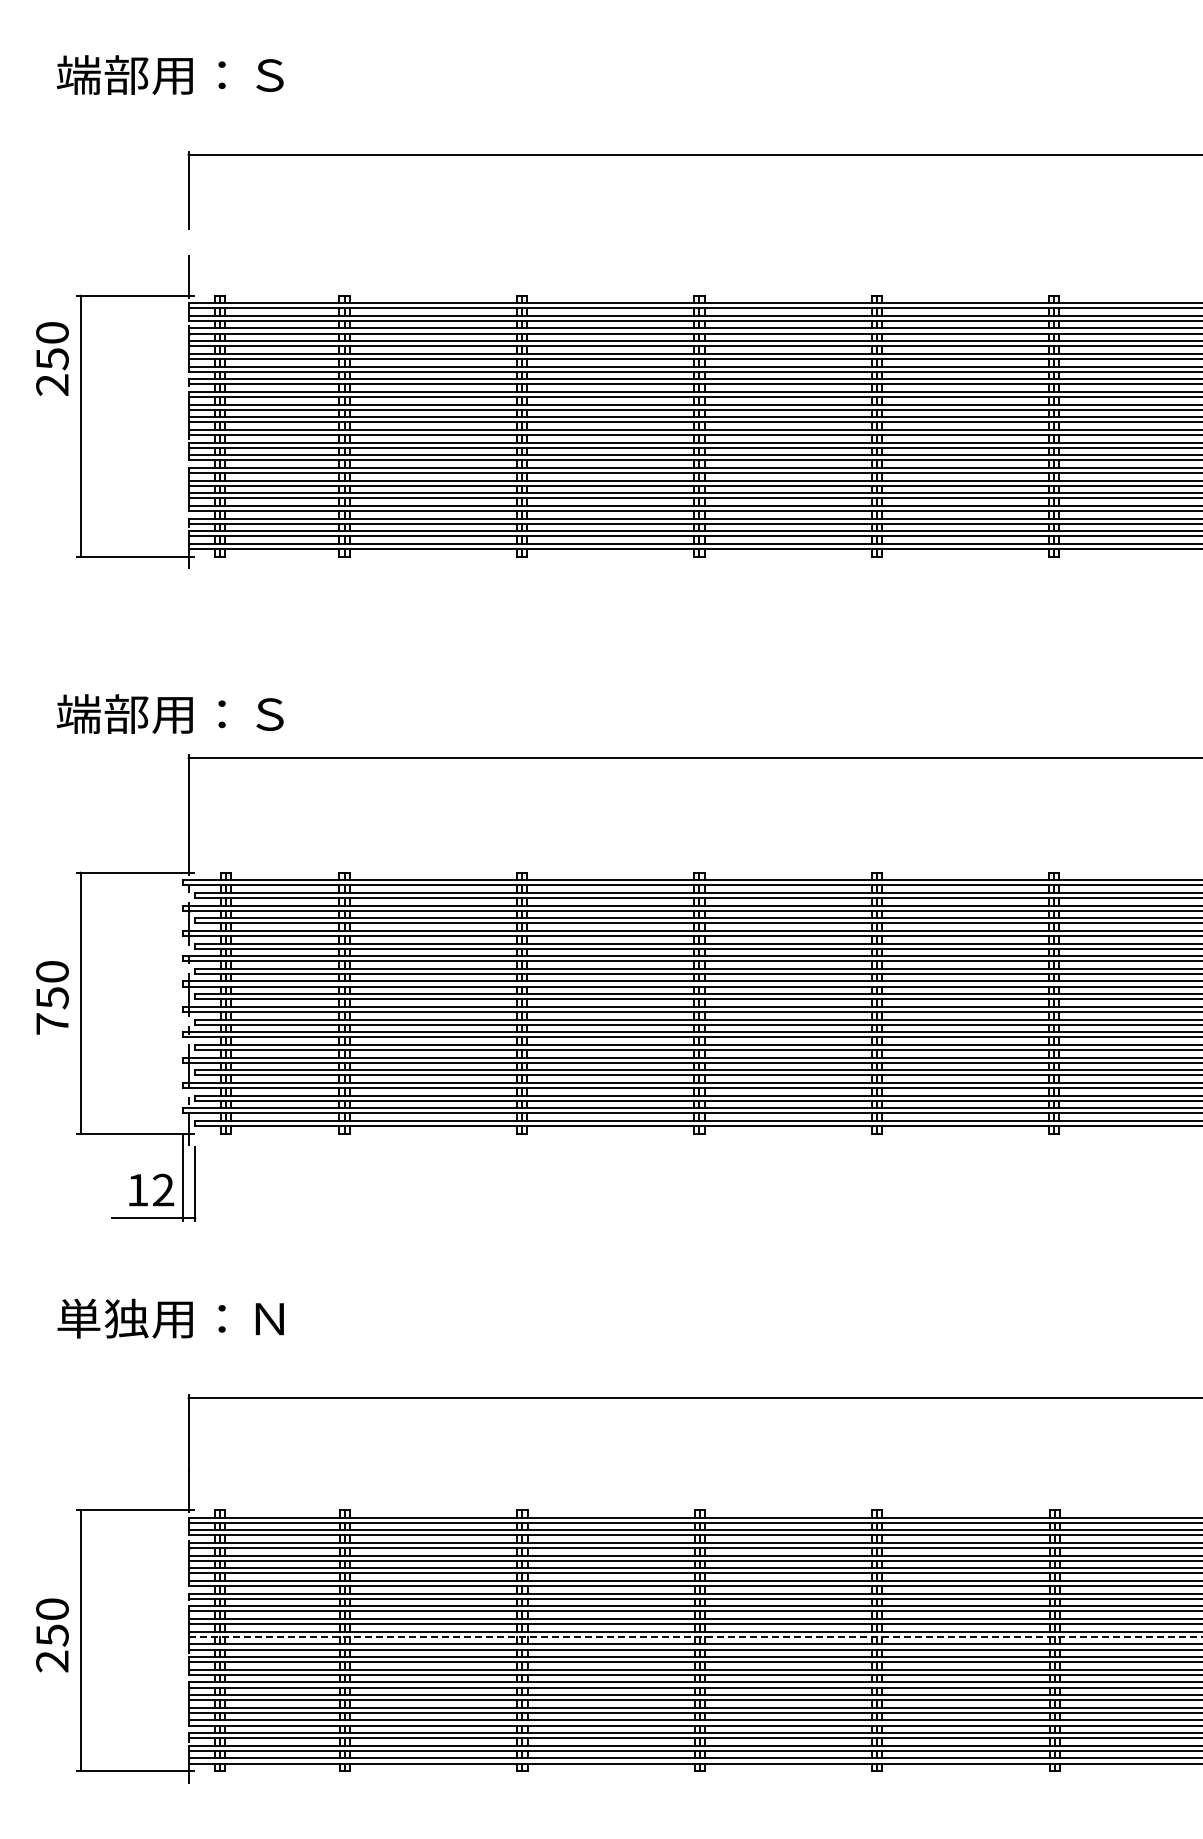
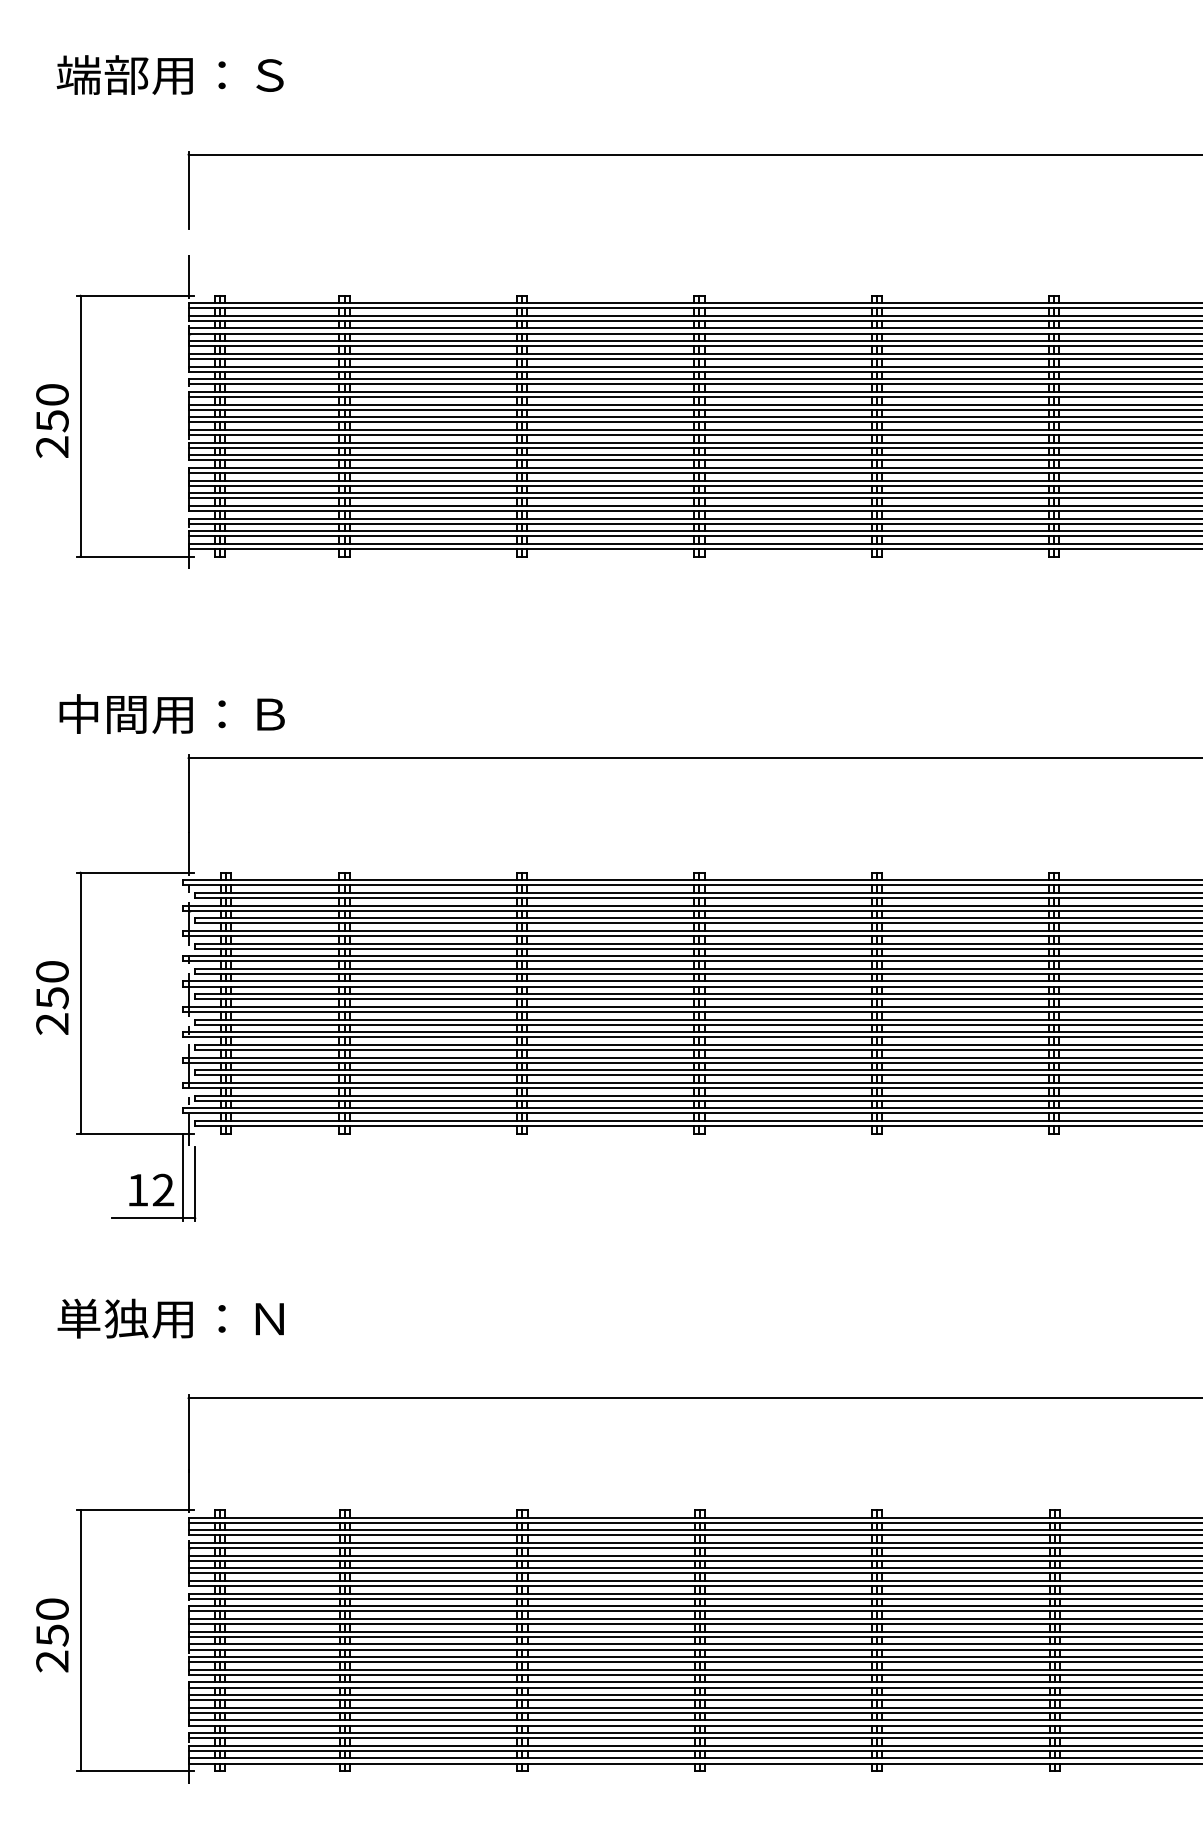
text at (52, 358) position: (52, 358) -> (52, 420)
text at (170, 713): 端部用：Ｓ -> 中間用：Ｂ
text at (52, 1023): 750 -> 250
line at (695, 1636): dashed -> solid
